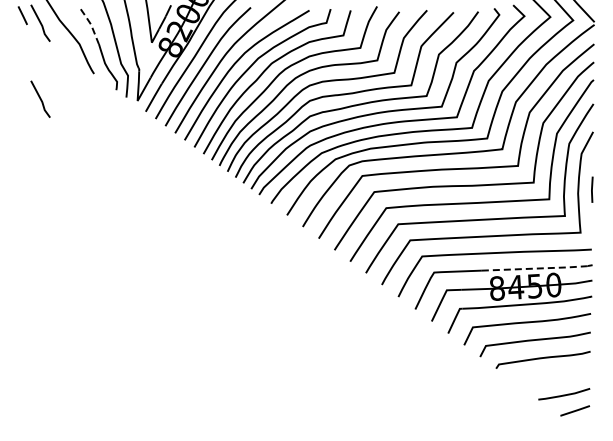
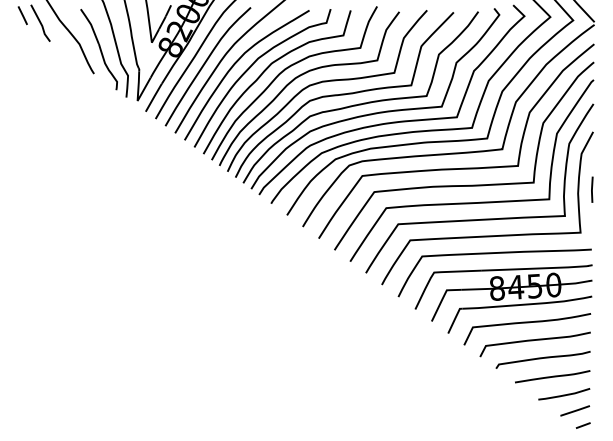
line at (91, 24): dashed -> solid
line at (40, 98): present -> none
line at (537, 268): dashed -> solid
line at (552, 376): none -> present
line at (582, 425): none -> present
